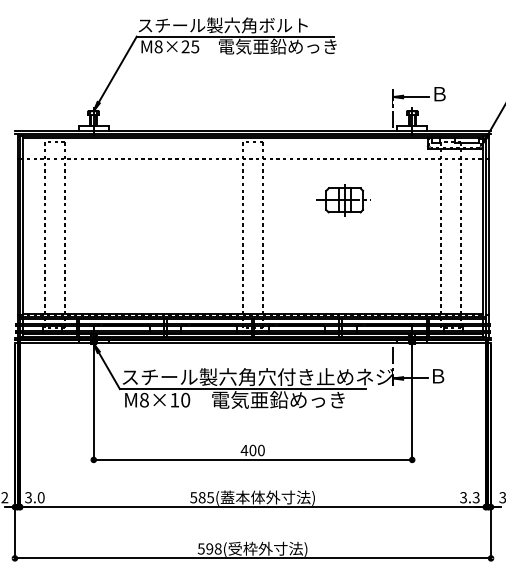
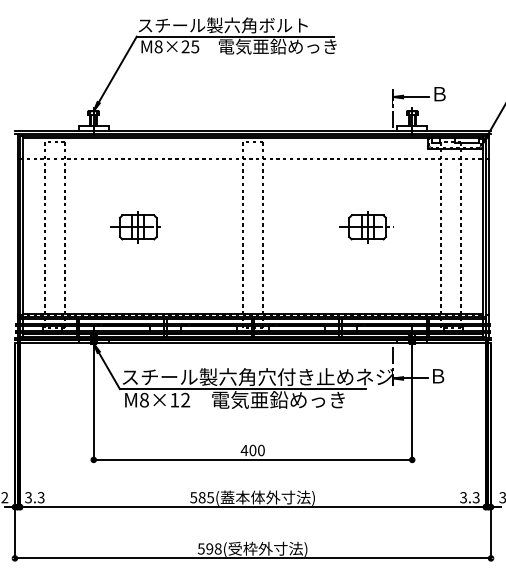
part at (343, 200) position: (343, 200) -> (366, 227)
part at (135, 227): none -> present
text at (185, 400): M8×10 -> M8×12
text at (40, 497): 3.0 -> 3.3
